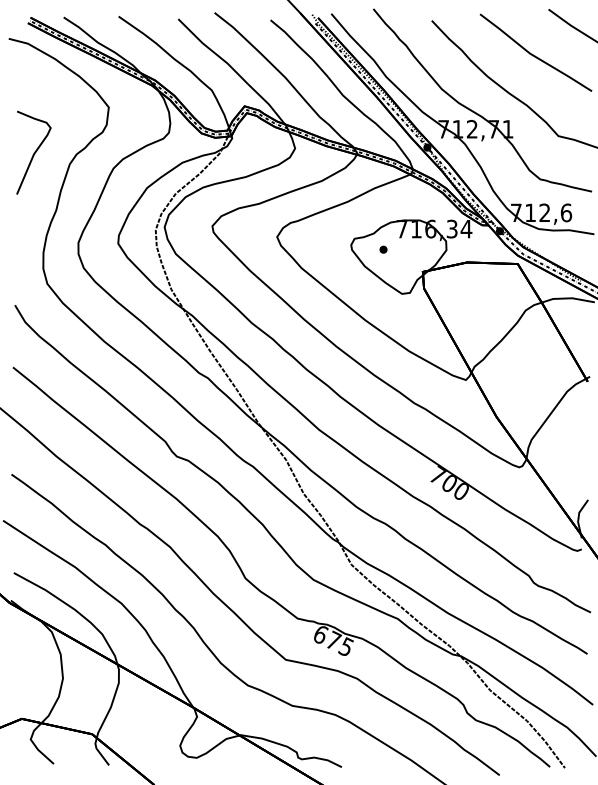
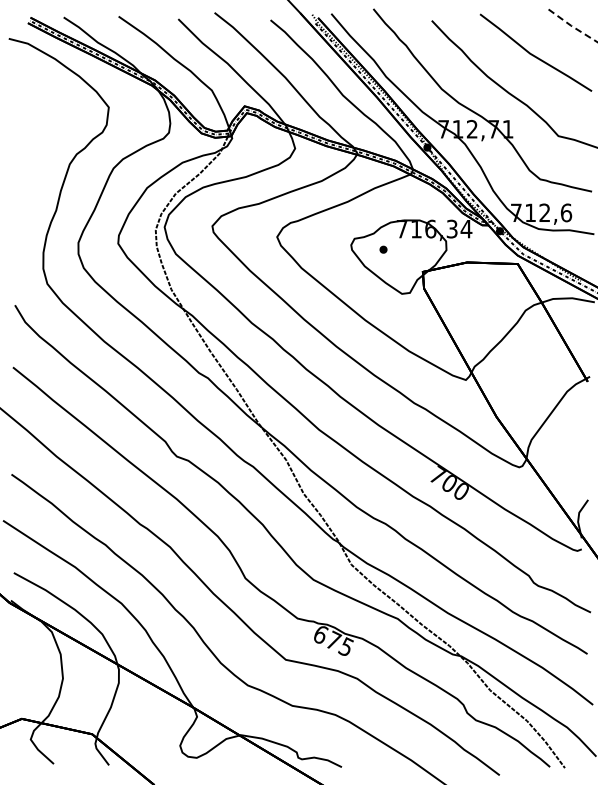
line at (571, 26): solid -> dashed
curve at (34, 152): present -> none
